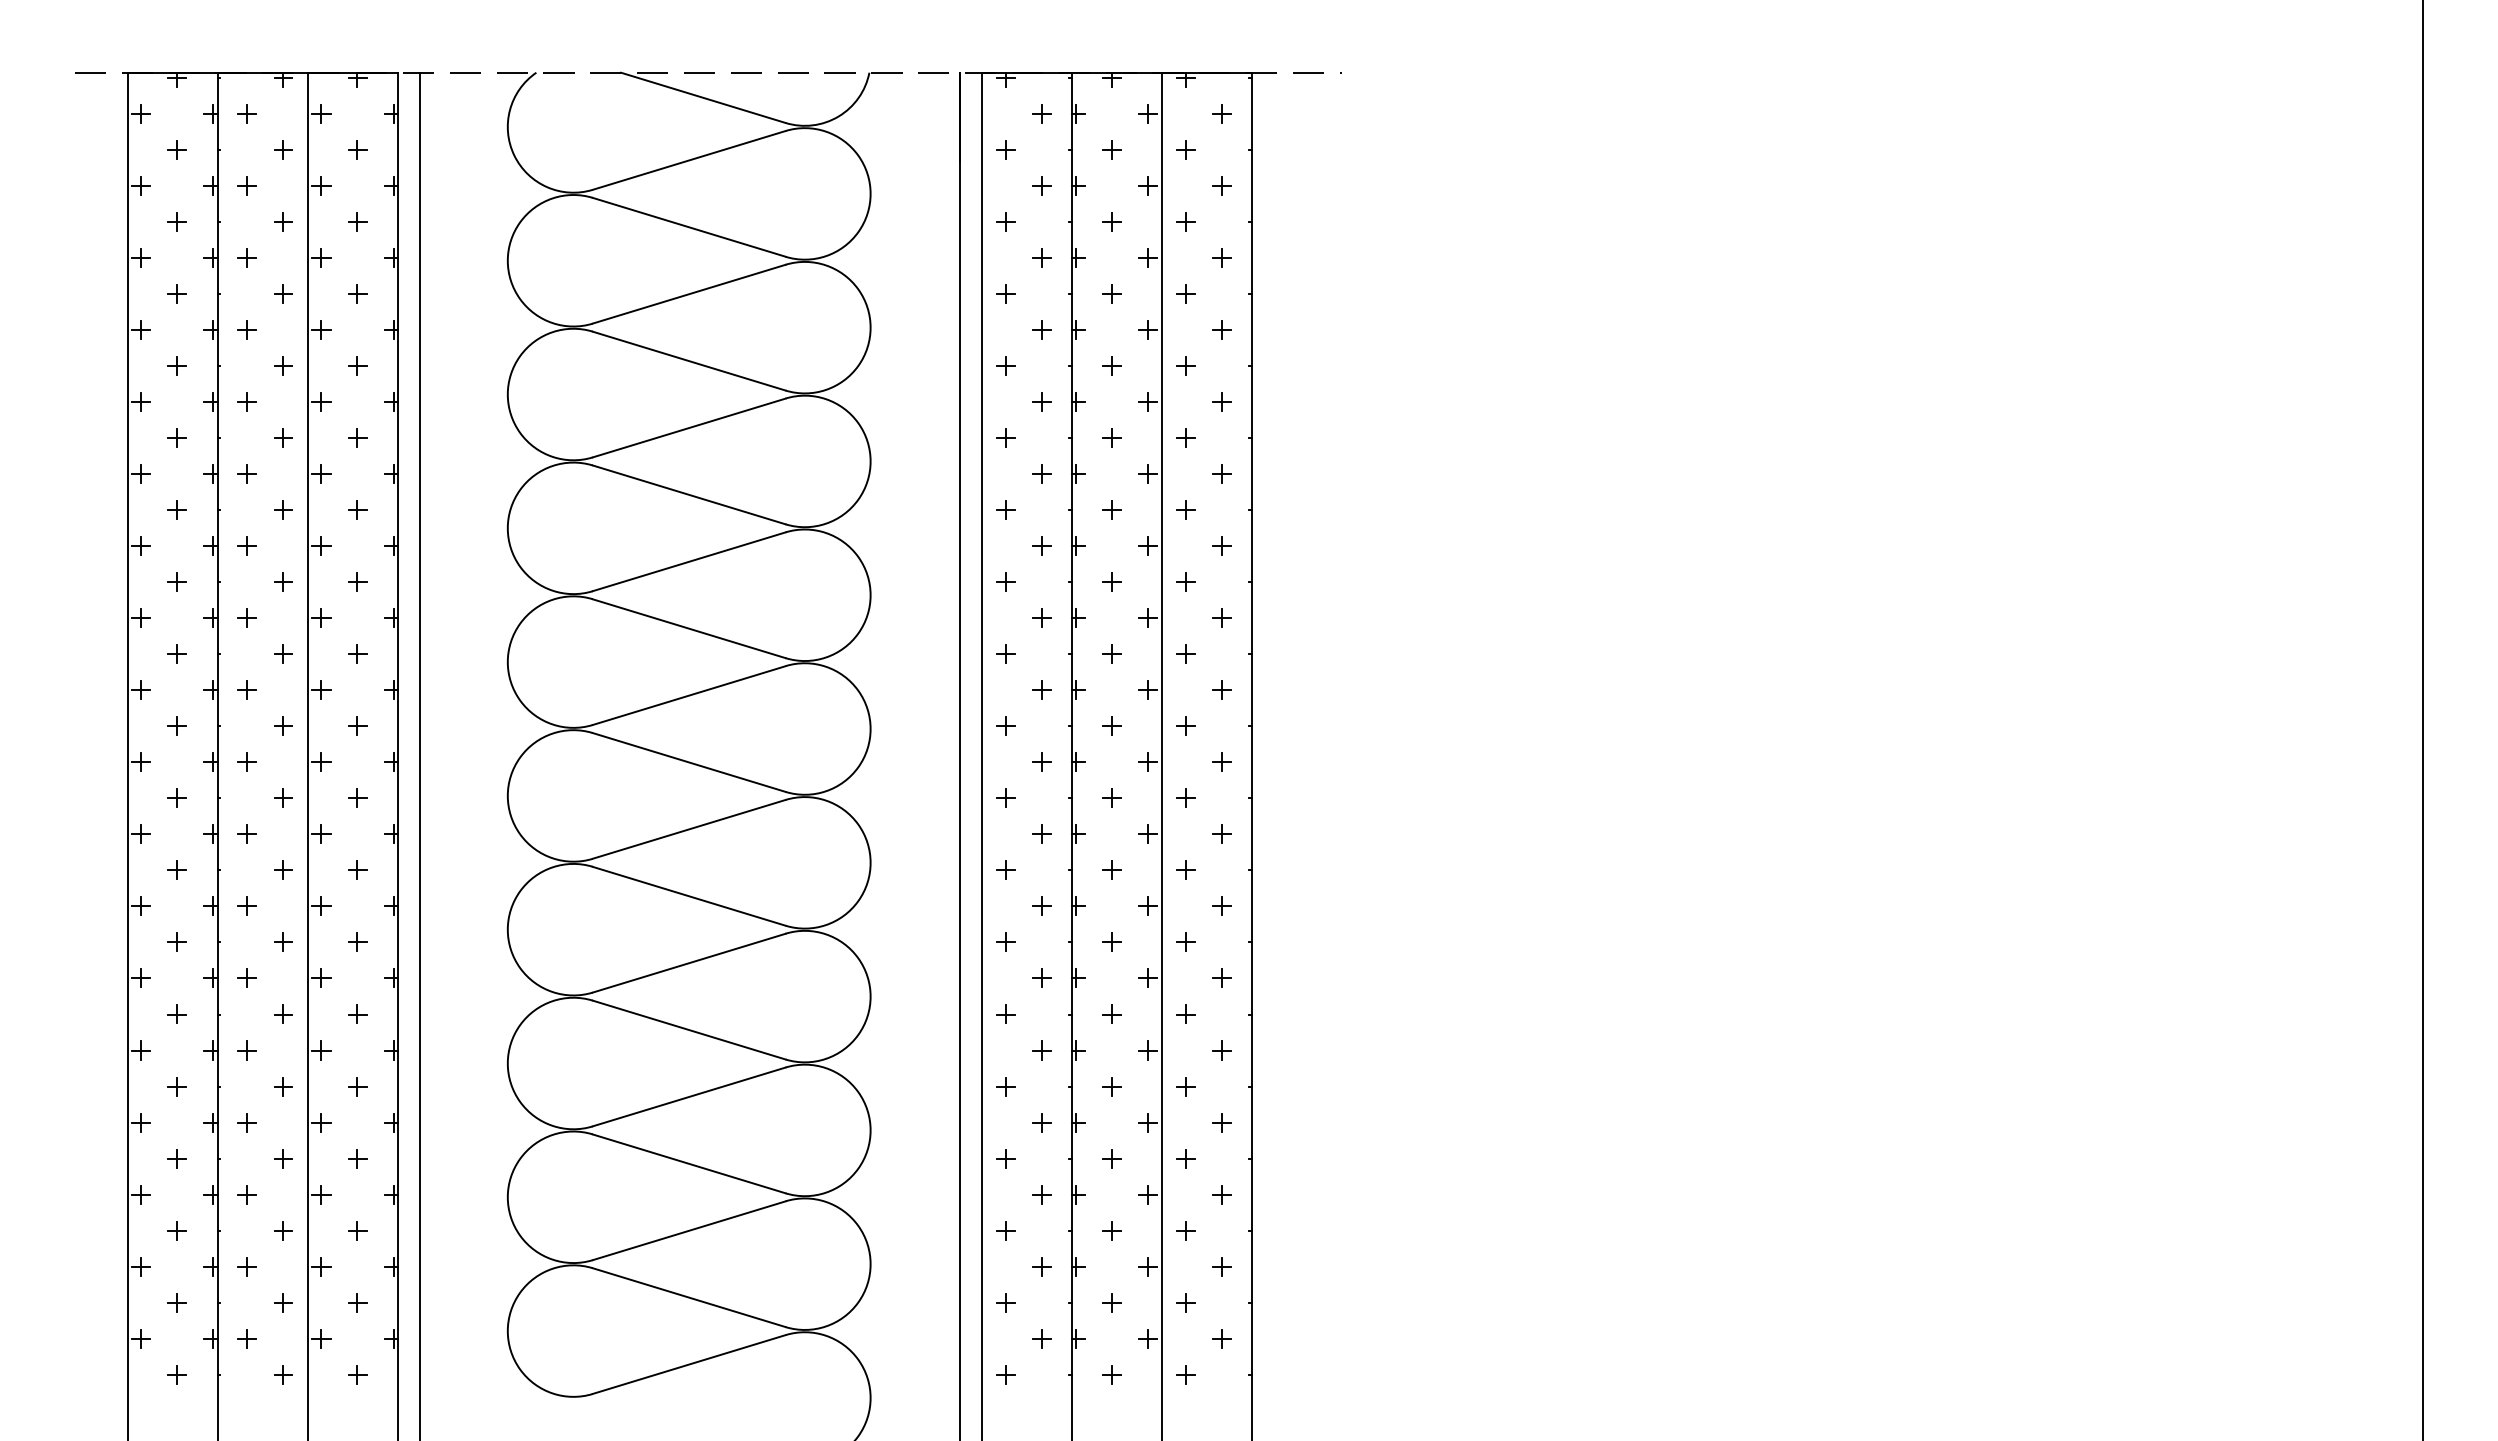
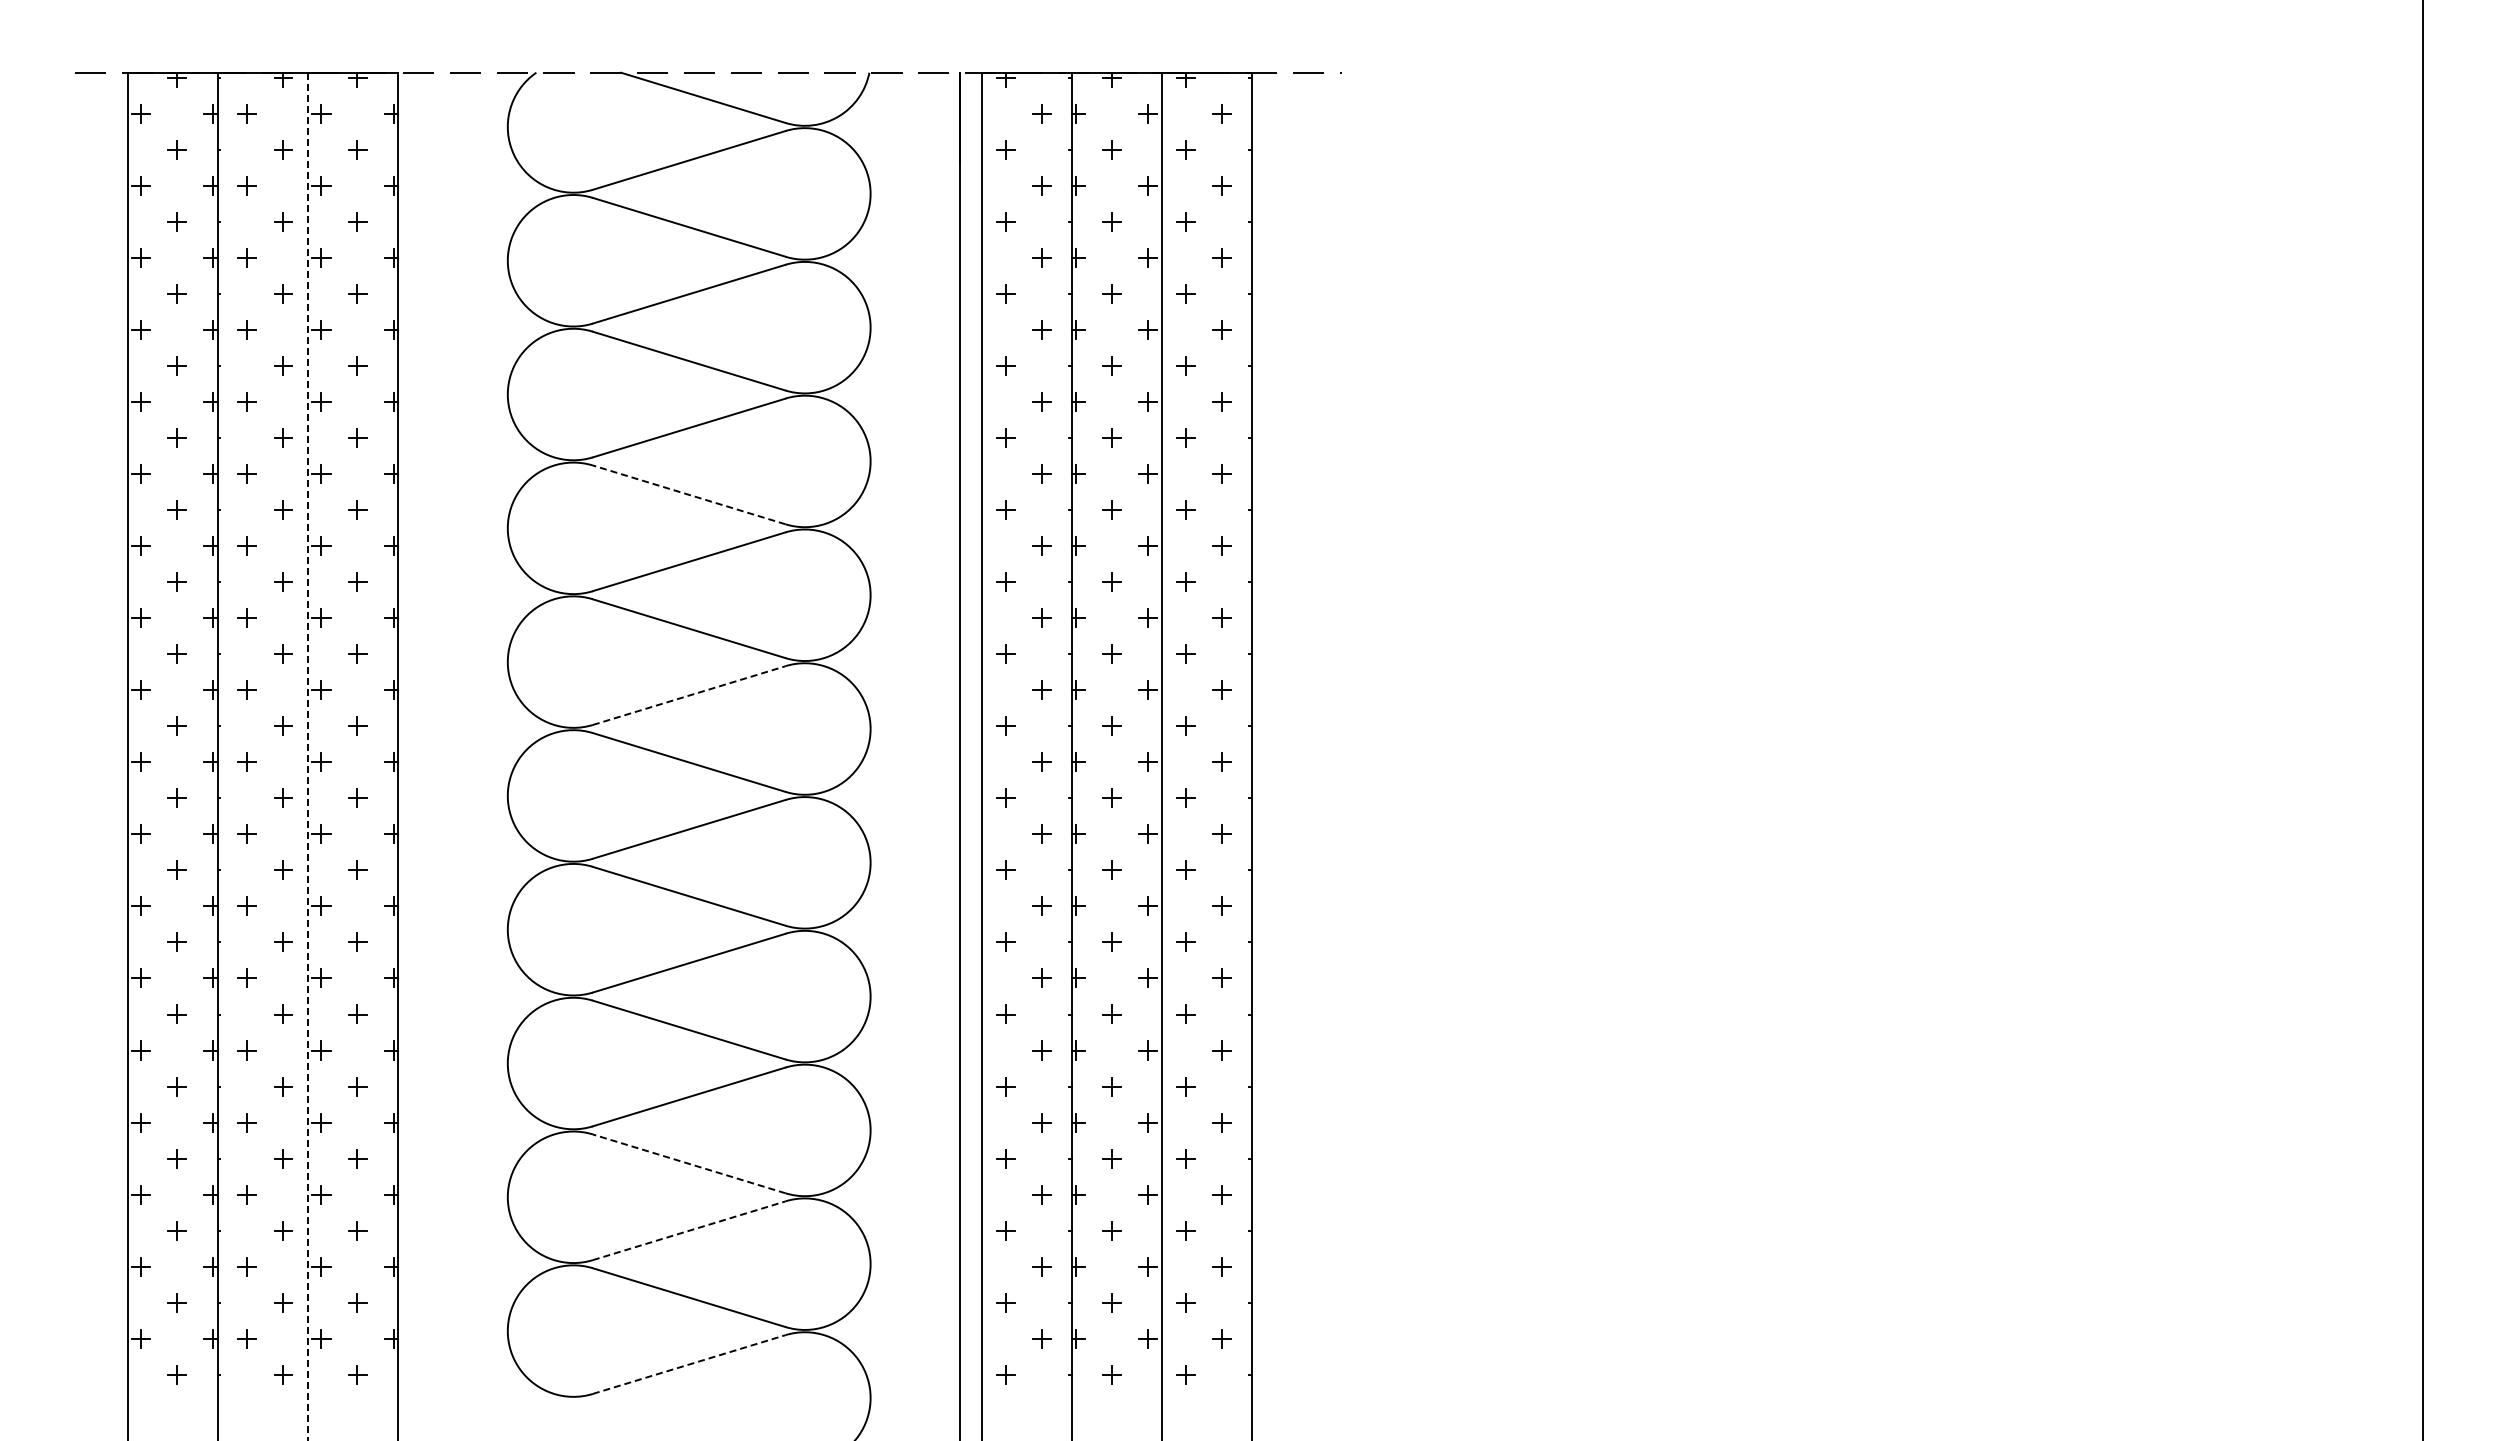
line at (689, 494): solid -> dashed
line at (689, 695): solid -> dashed
line at (419, 754): present -> none
line at (307, 756): solid -> dashed
line at (689, 1163): solid -> dashed
line at (689, 1230): solid -> dashed
line at (689, 1364): solid -> dashed
